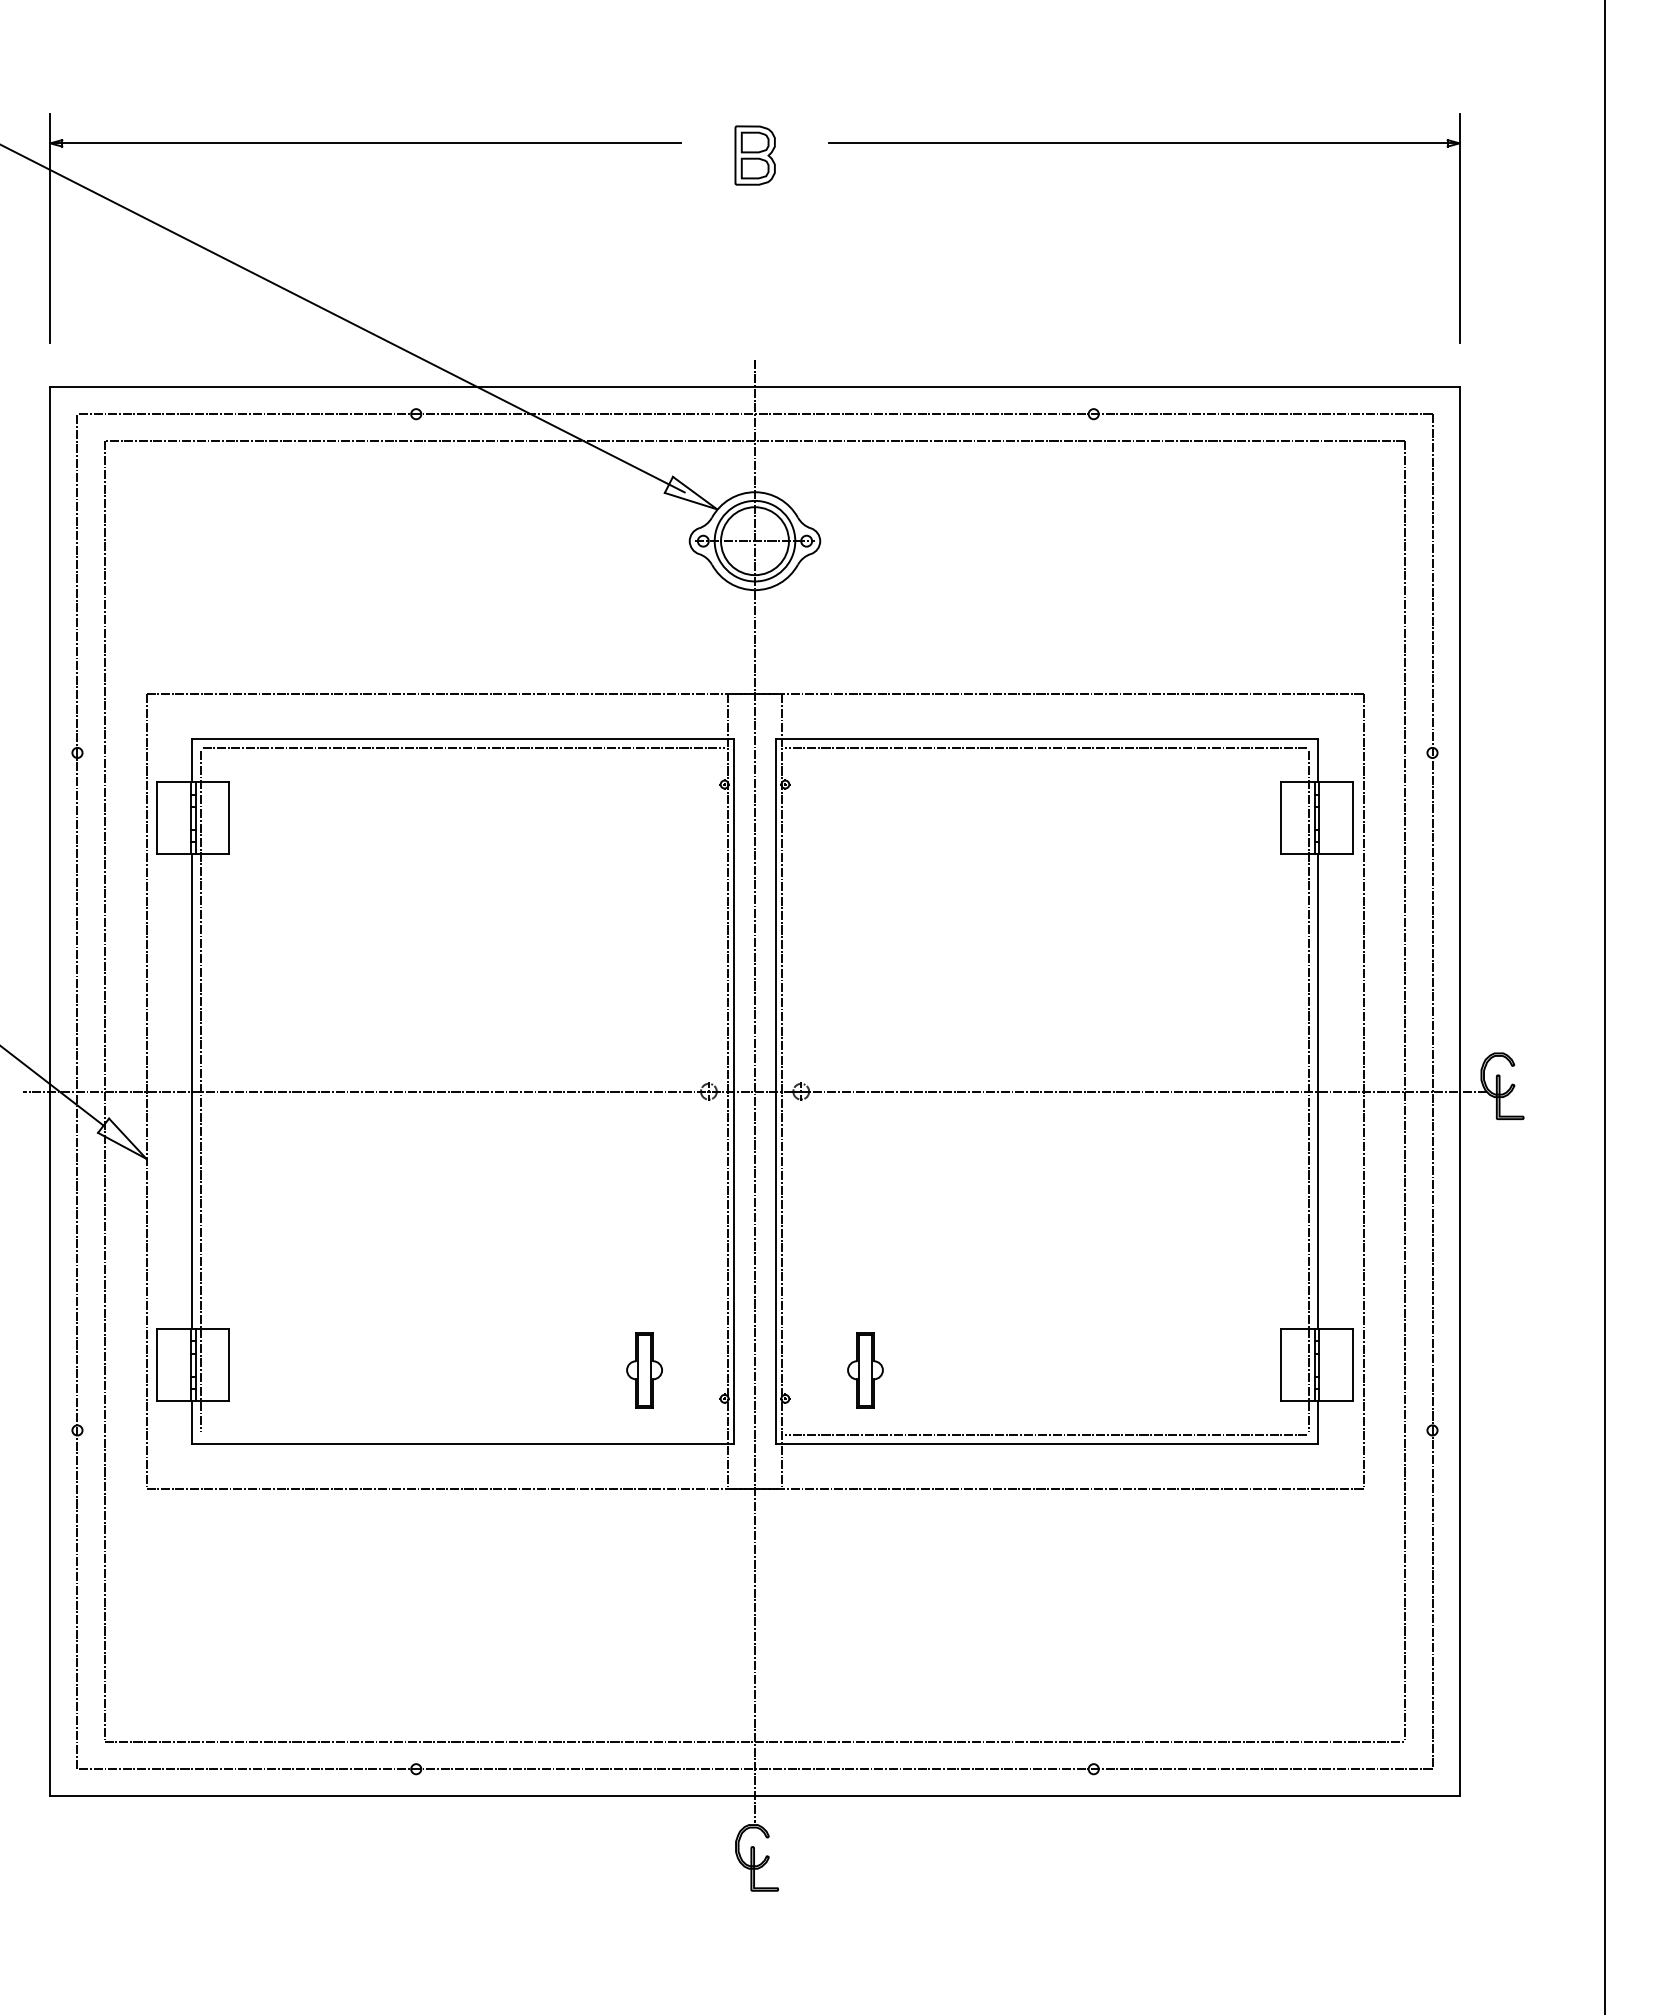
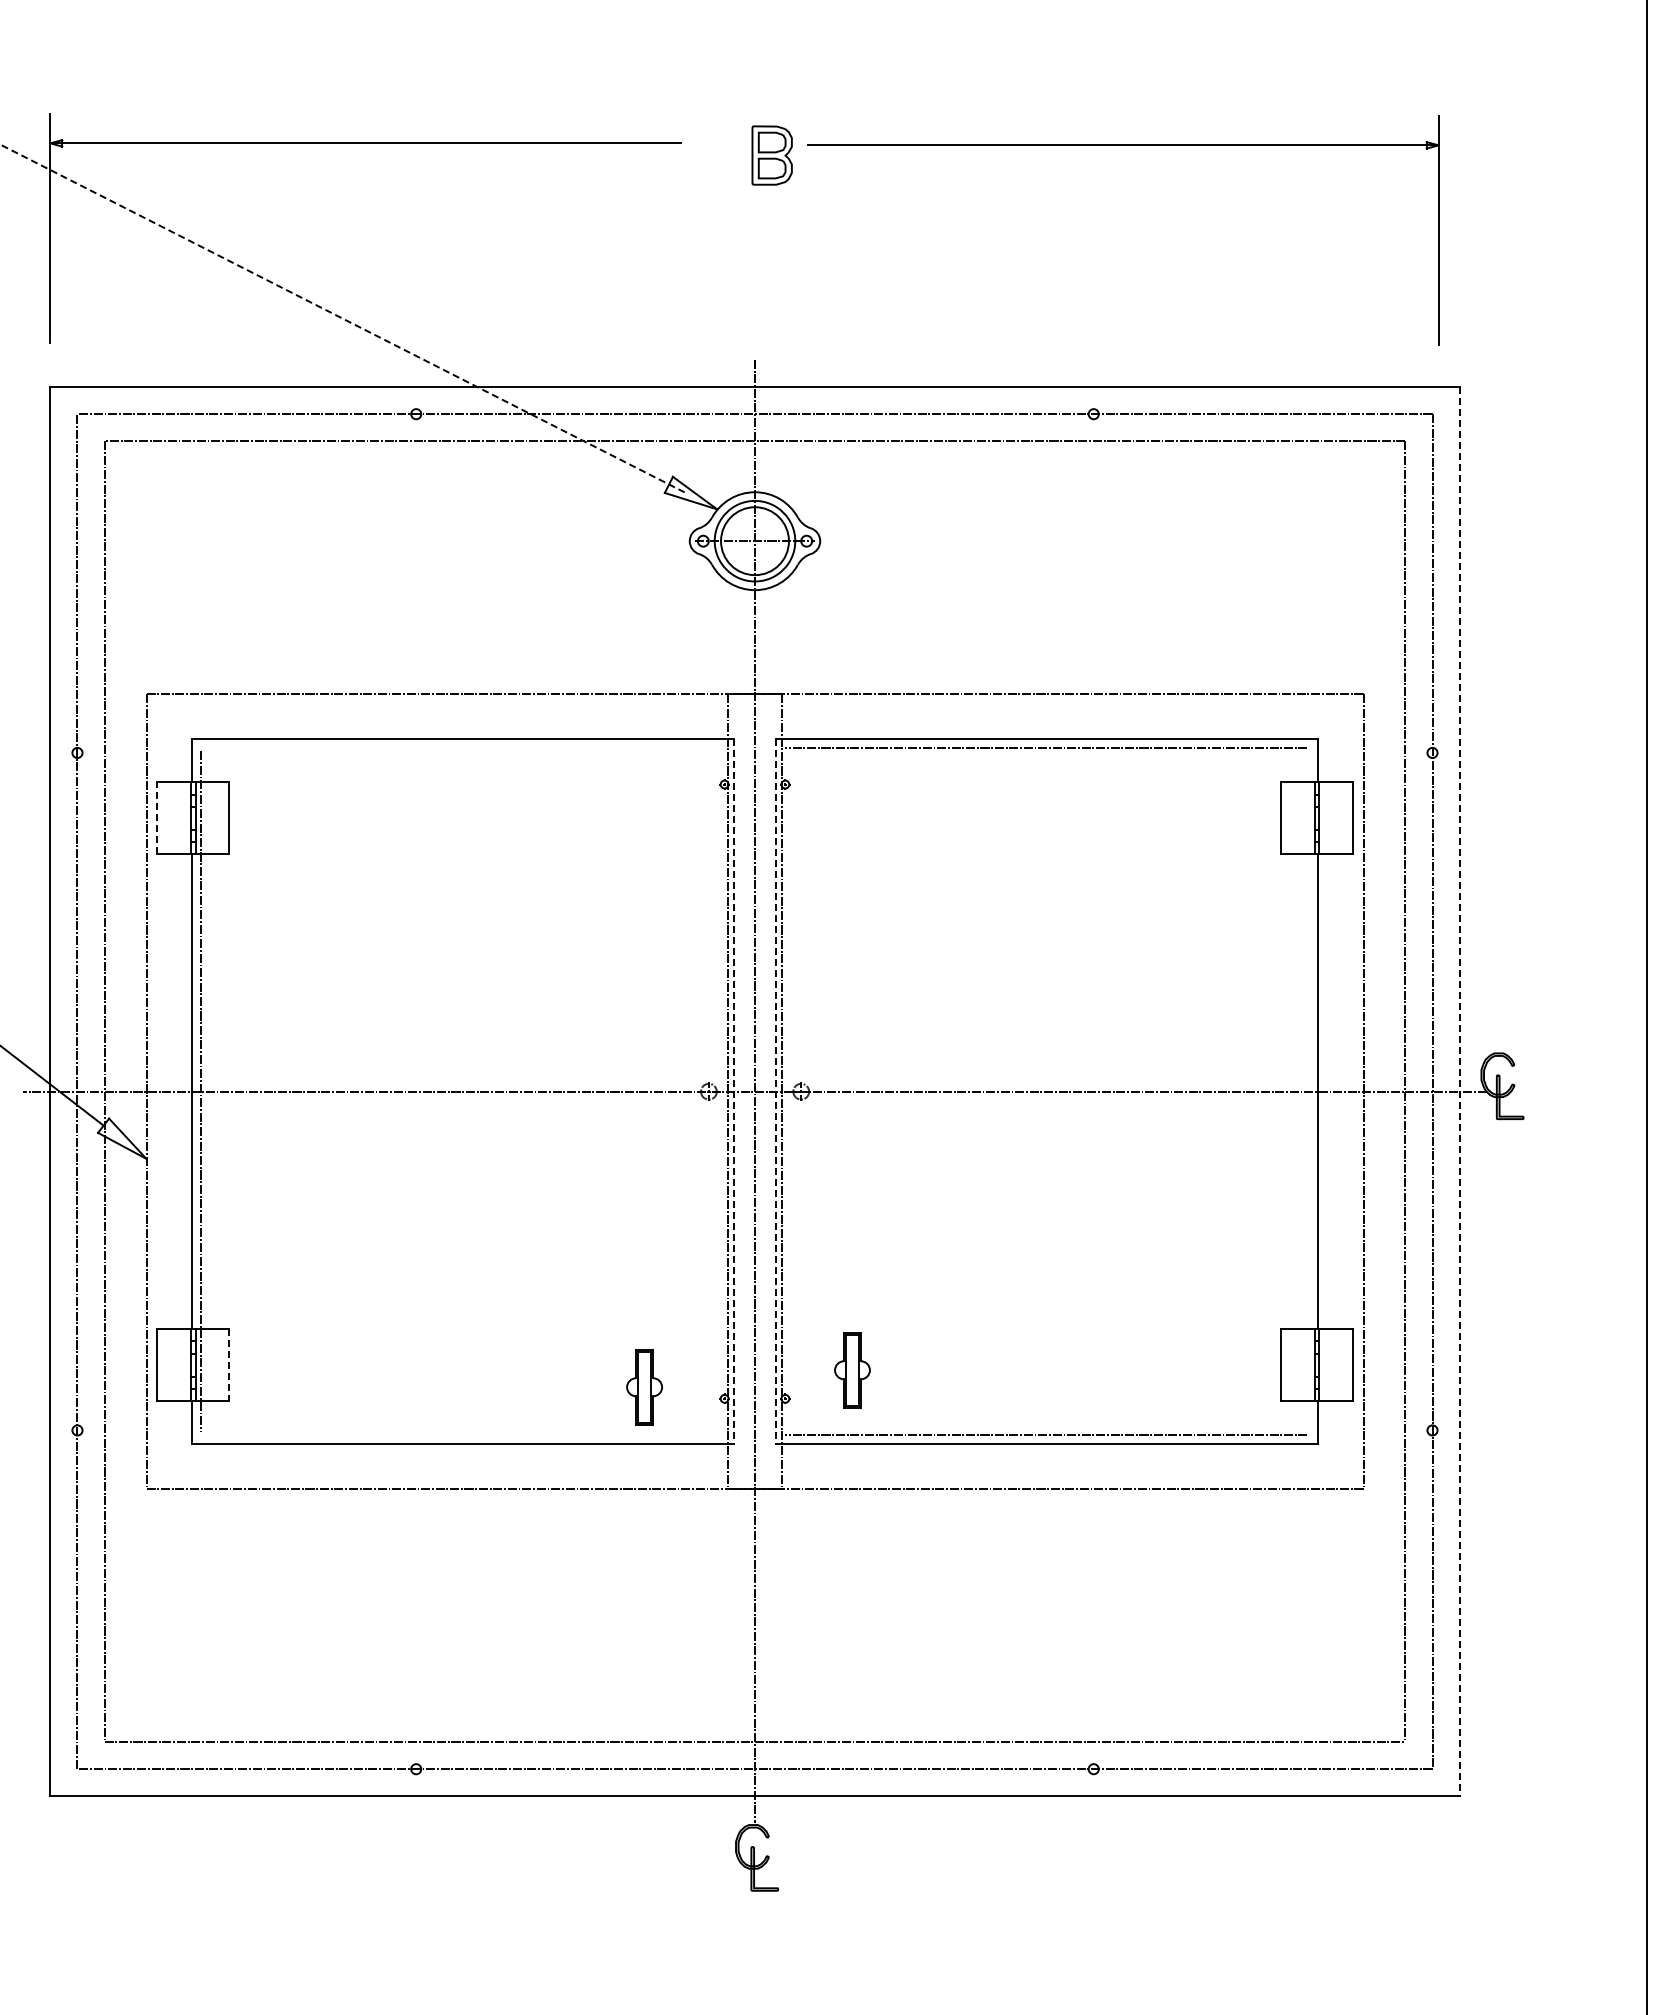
part at (1144, 143) position: (1144, 143) -> (1123, 145)
part at (754, 155) position: (754, 155) -> (771, 155)
line at (342, 318): solid -> dashed
line at (463, 748): present -> none
line at (157, 817): solid -> dashed
line at (1605, 1006) position: (1605, 1006) -> (1647, 1006)
line at (1309, 1091): present -> none
line at (1459, 1091): solid -> dashed
line at (733, 1092): solid -> dashed
line at (776, 1092): solid -> dashed
line at (229, 1365): solid -> dashed
part at (644, 1370) position: (644, 1370) -> (644, 1387)
part at (865, 1370) position: (865, 1370) -> (852, 1370)
